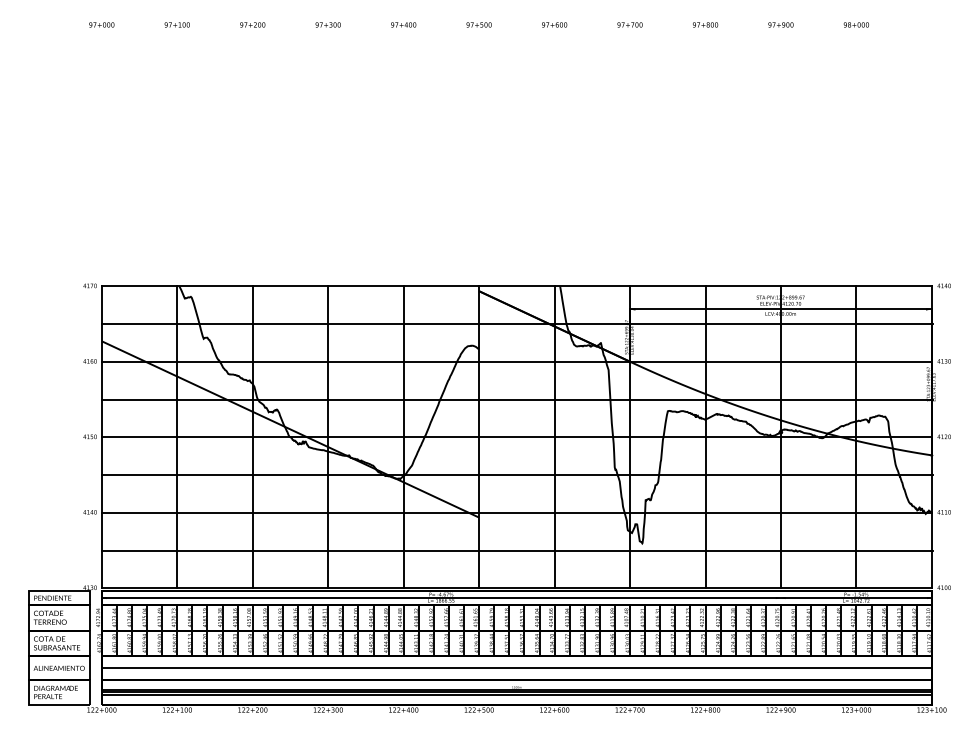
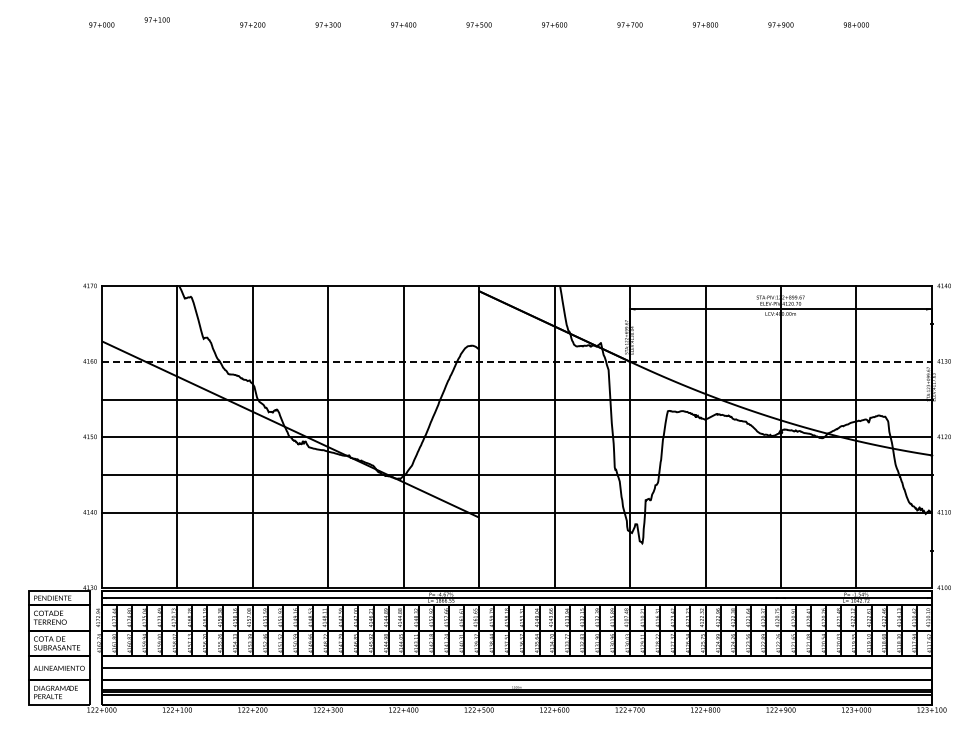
text at (176, 24) position: (176, 24) -> (156, 19)
line at (516, 324): present -> none
line at (517, 361): solid -> dashed
line at (516, 550): present -> none
